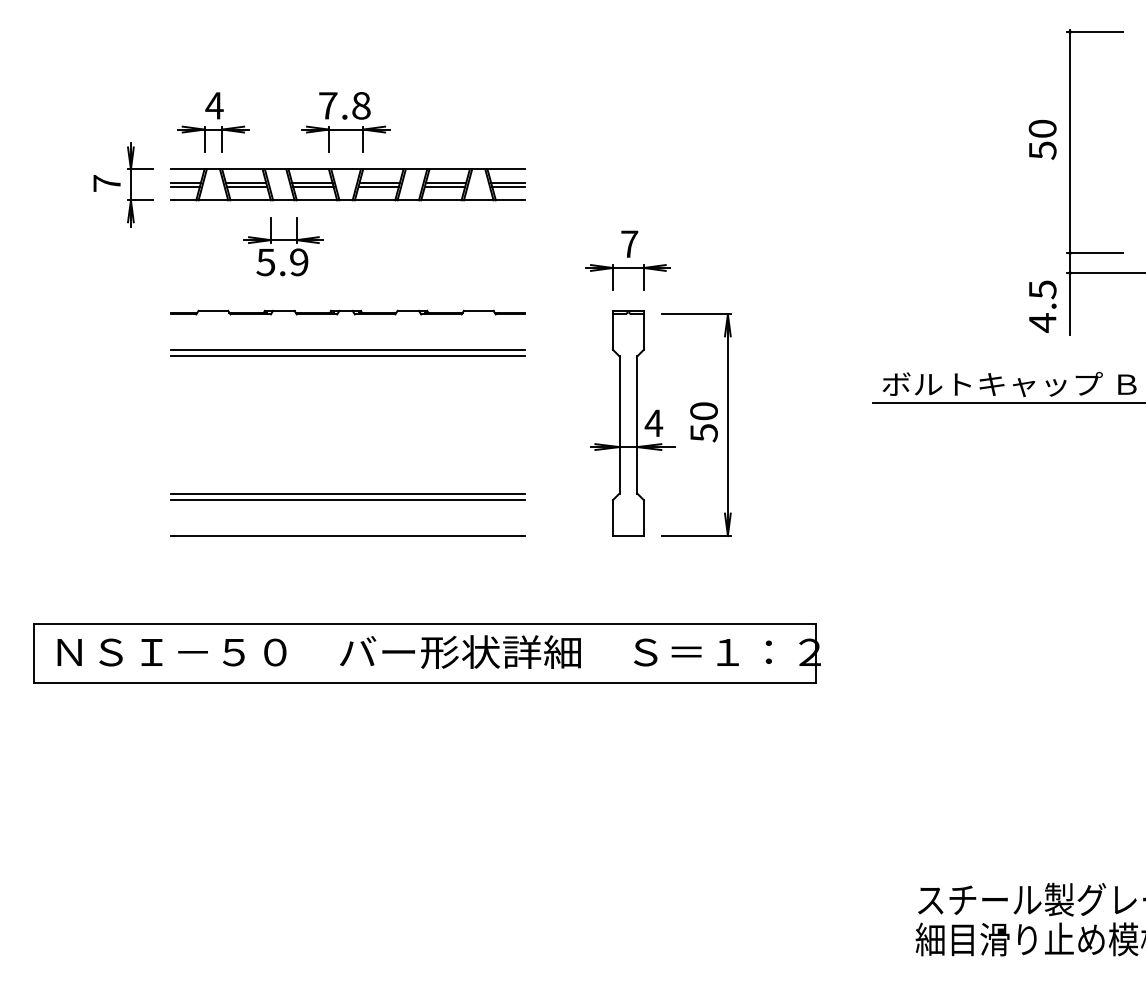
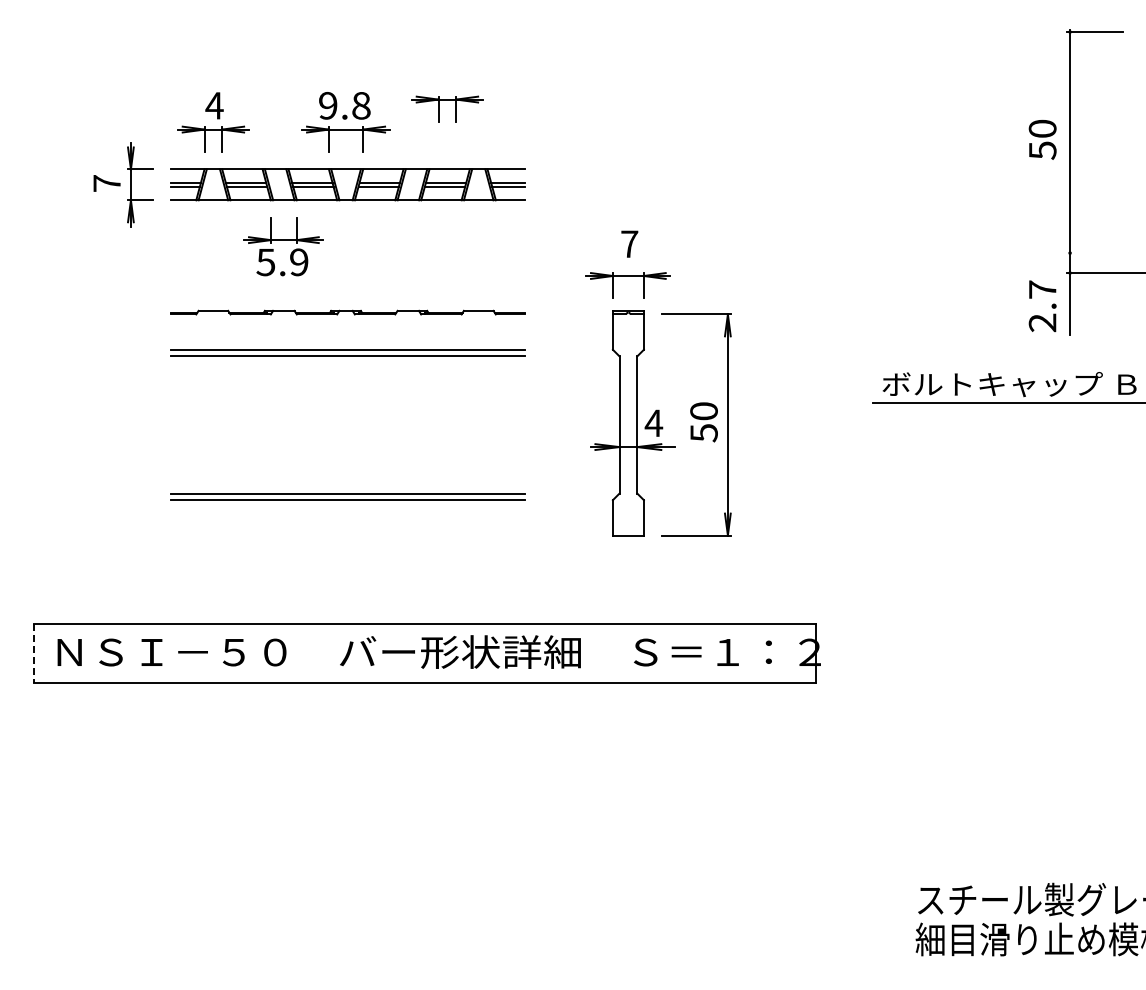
part at (447, 100): none -> present
text at (328, 105): 7.8 -> 9.8
line at (1095, 253): present -> none
part at (627, 268) position: (627, 268) -> (627, 276)
text at (1042, 306): 4.5 -> 2.7
line at (347, 535): present -> none
line at (34, 653): solid -> dashed
